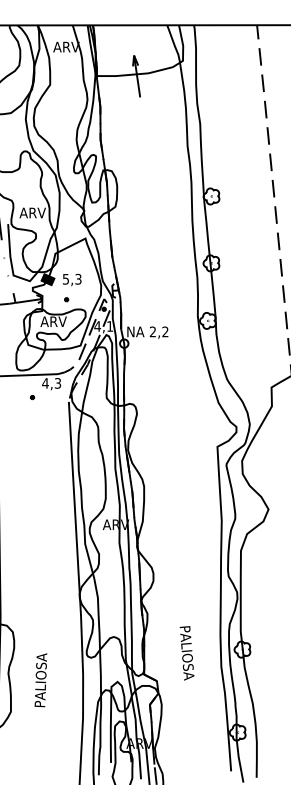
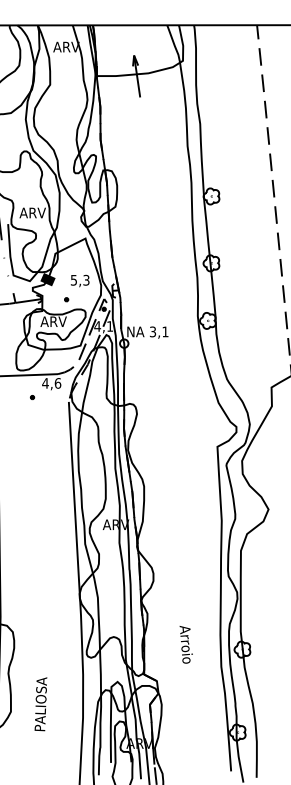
text at (71, 279) position: (71, 279) -> (79, 280)
text at (159, 331): 2,2 -> 3,1
text at (57, 383): 4,3 -> 4,6
text at (186, 653): PALIOSA -> Arroio
text at (40, 680) position: (40, 680) -> (40, 704)
